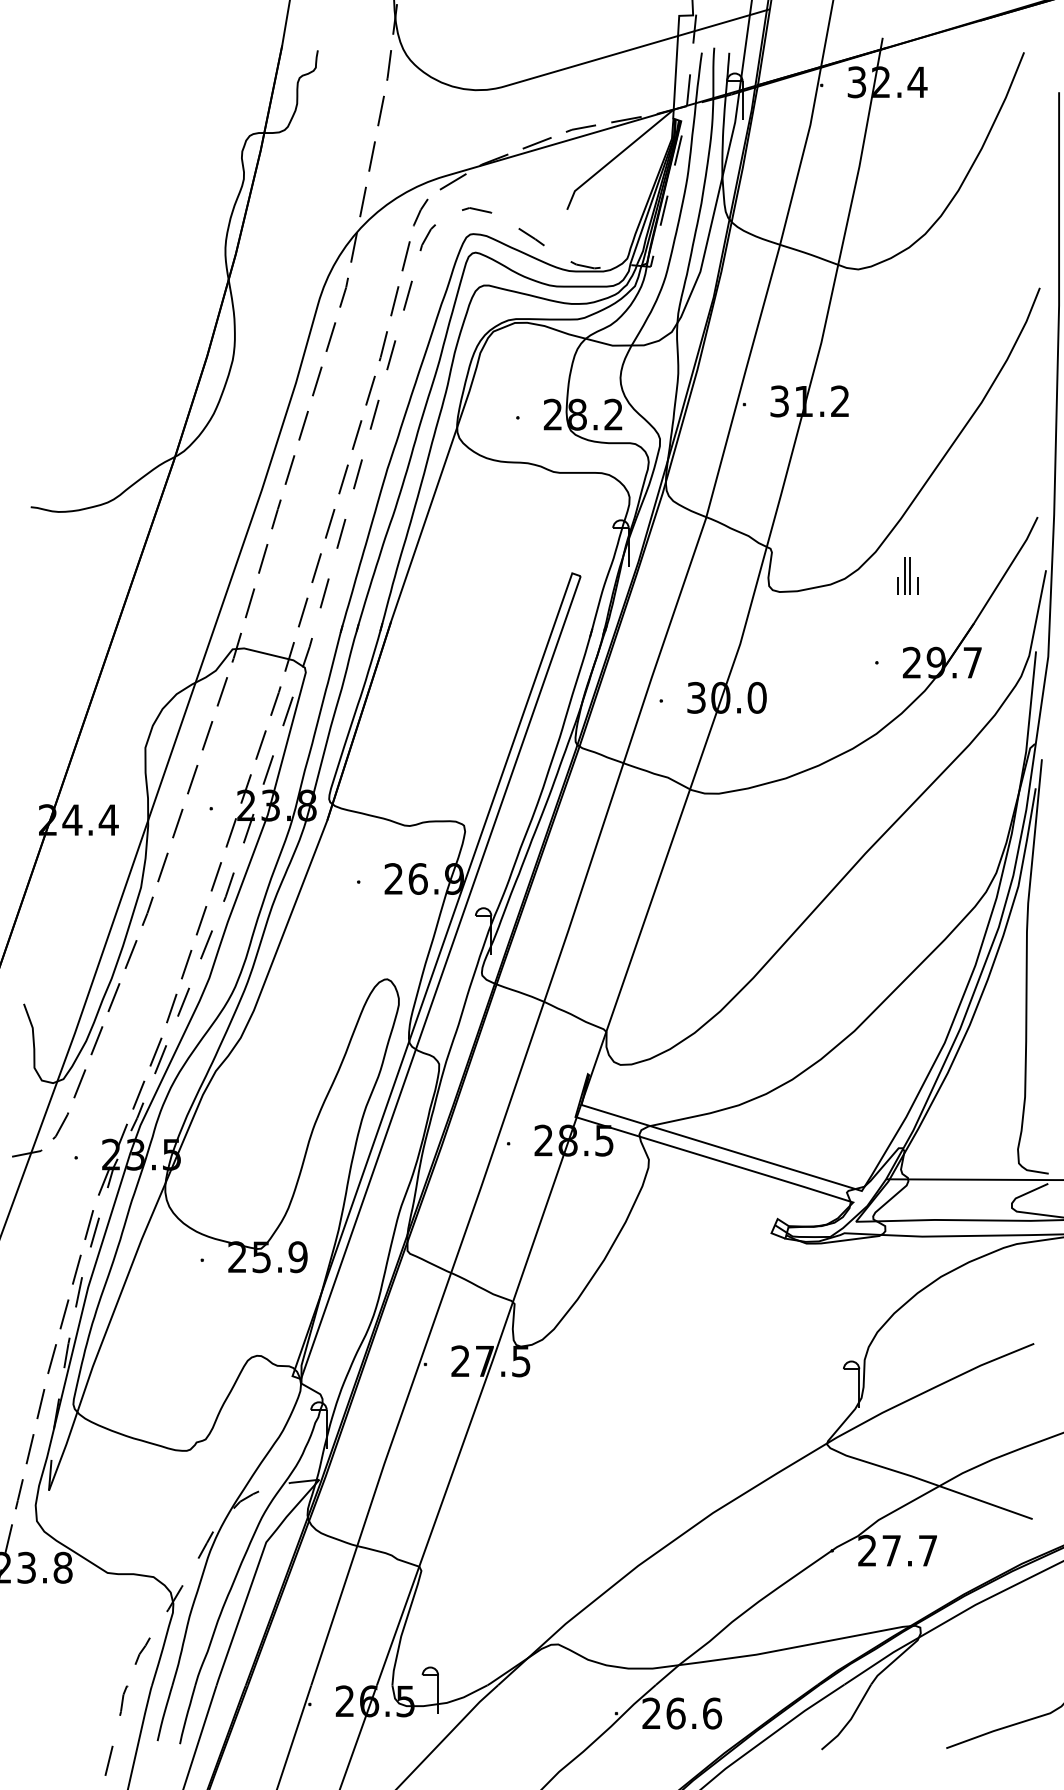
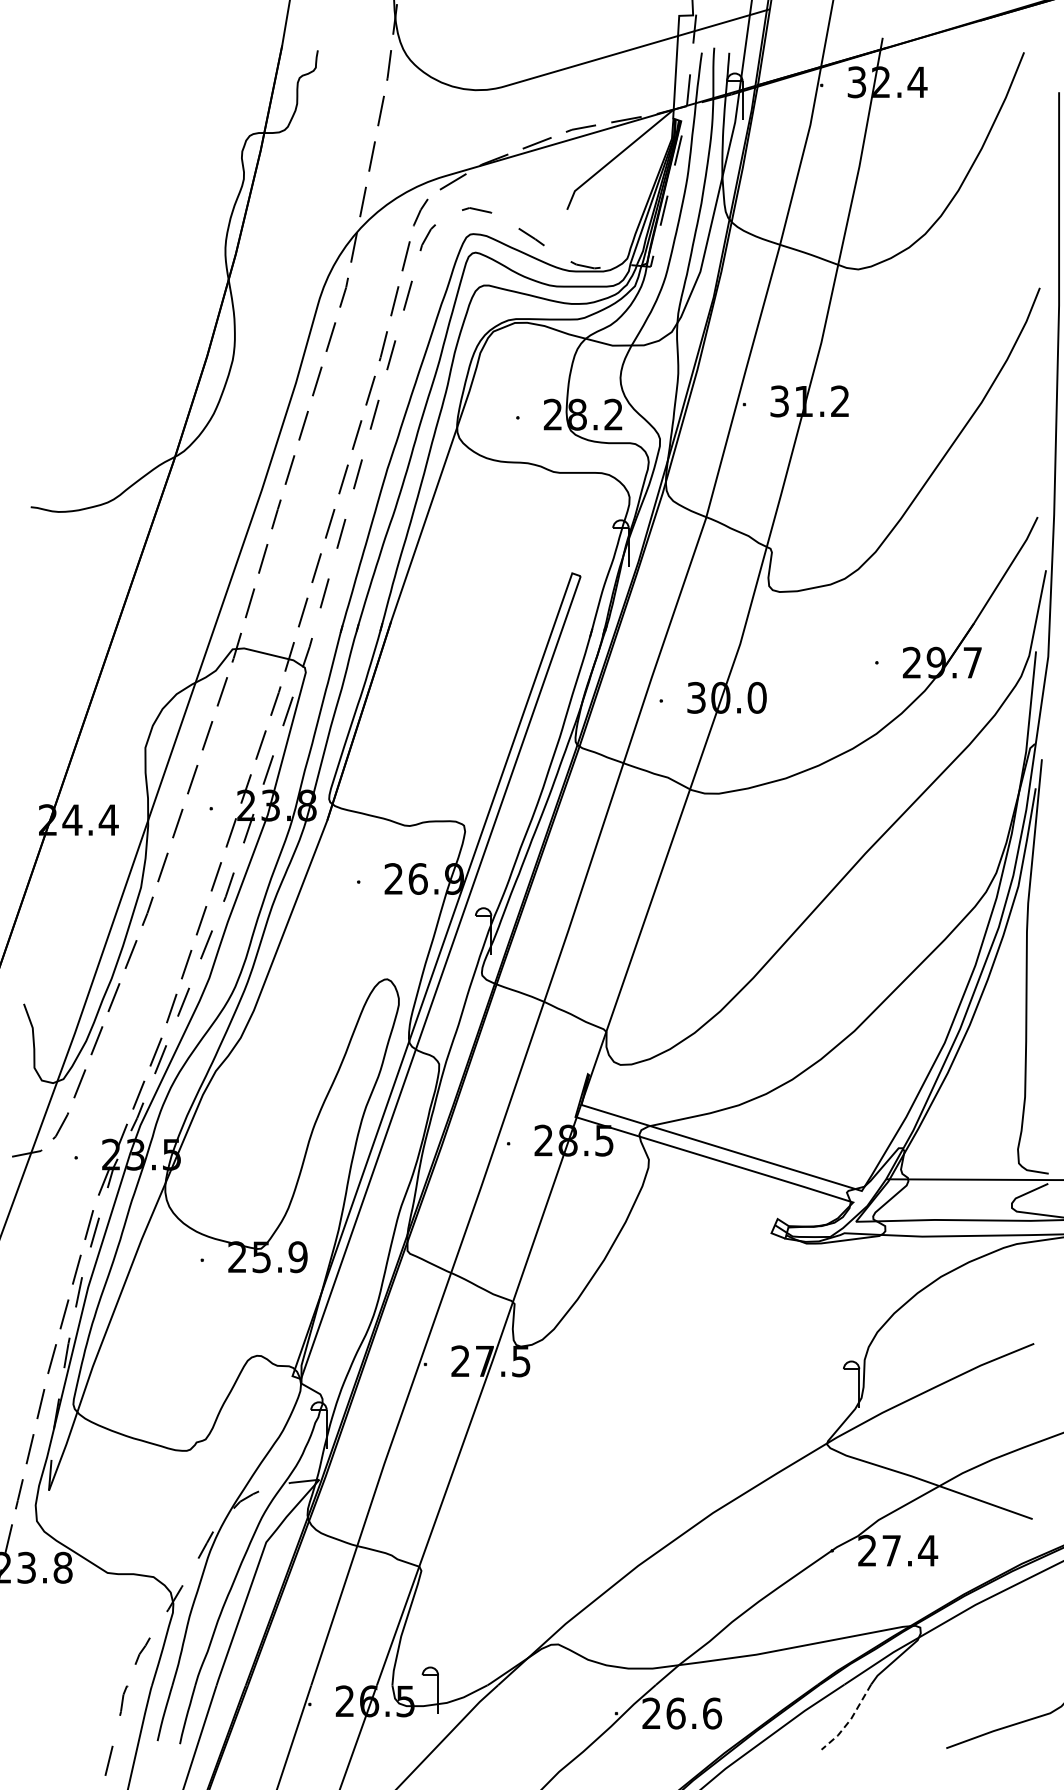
part at (907, 575): present -> none
text at (928, 1550): 27.7 -> 27.4
line at (850, 1719): solid -> dashed
